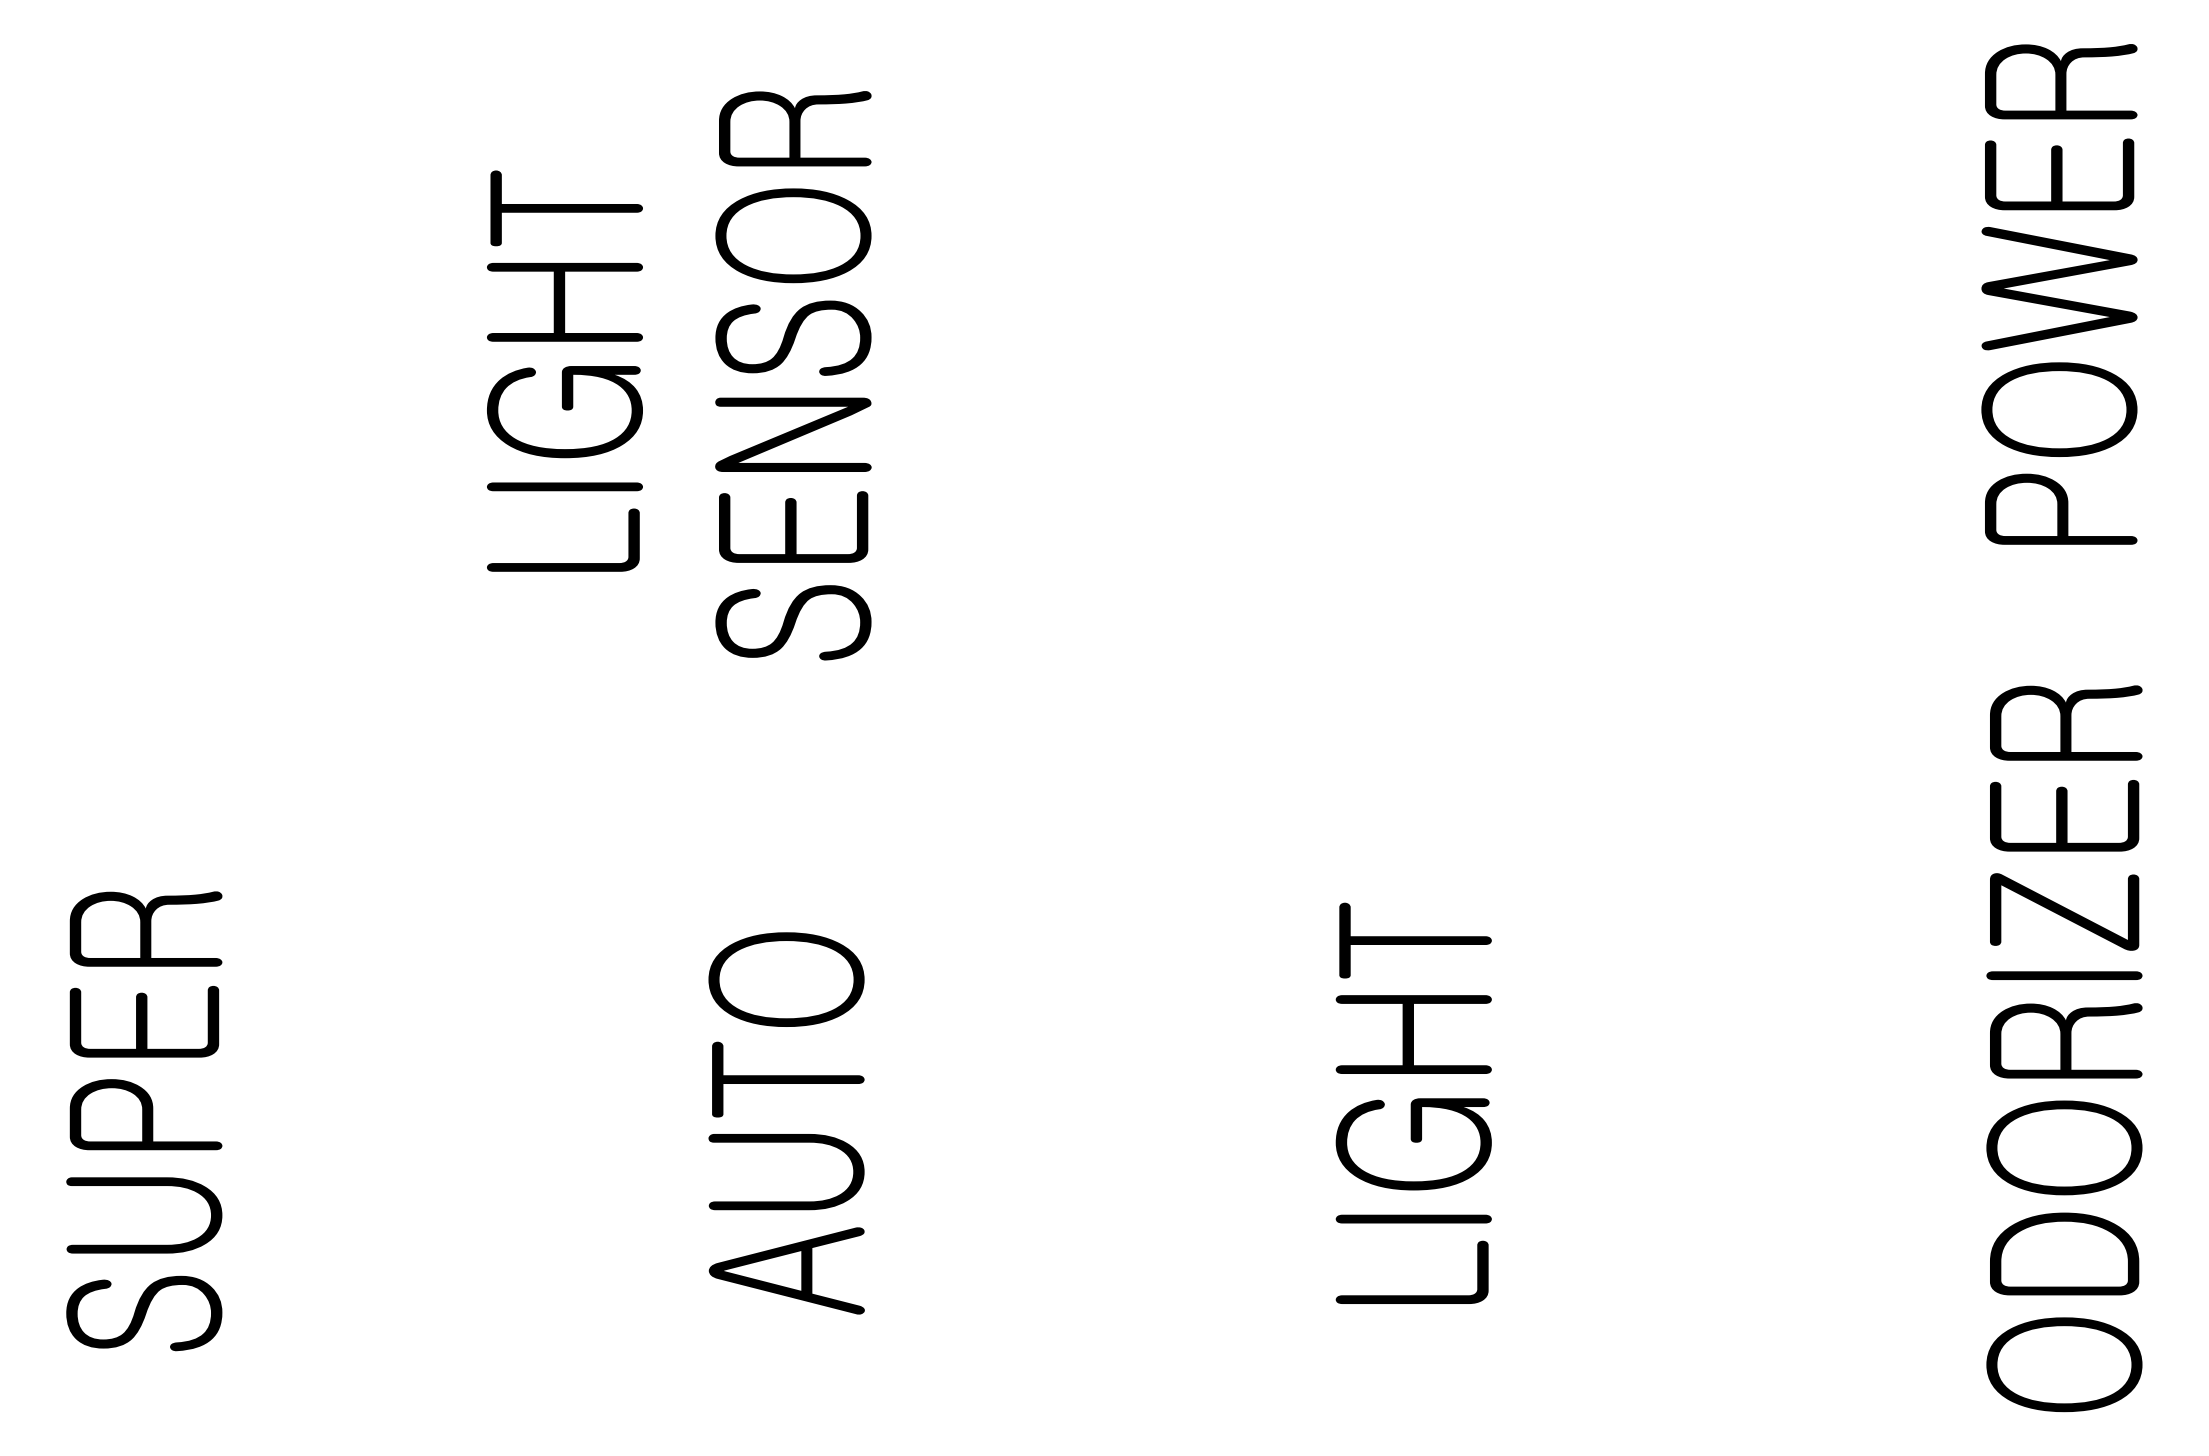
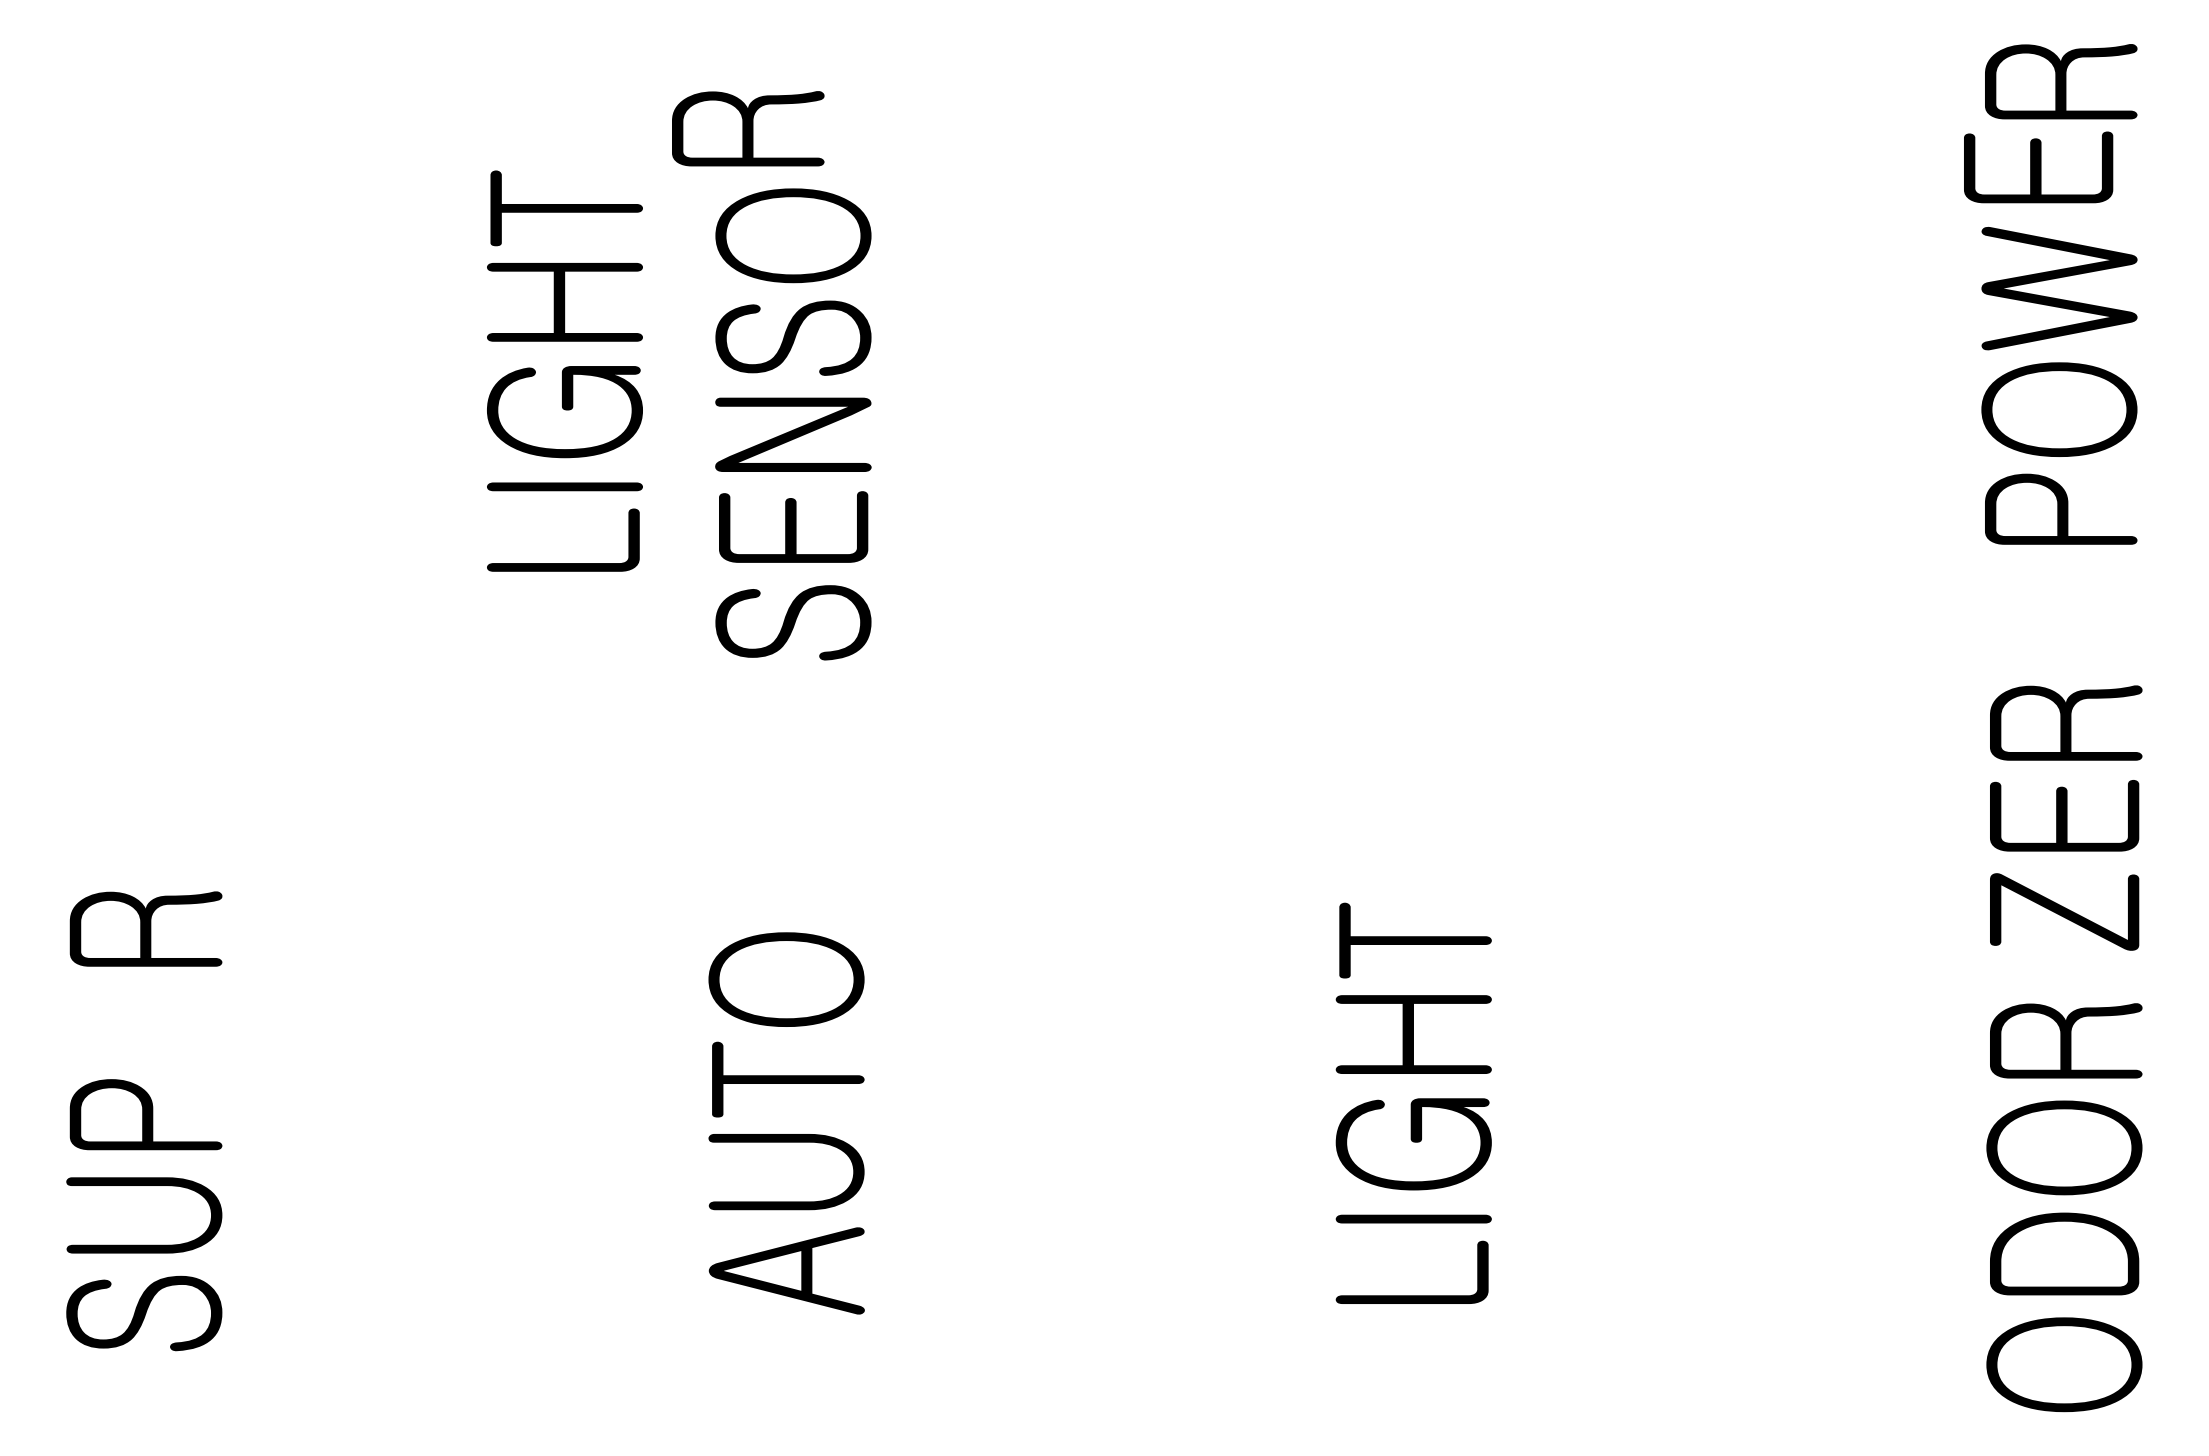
part at (795, 128) position: (795, 128) -> (748, 128)
part at (2059, 174) position: (2059, 174) -> (2038, 167)
fill at (2064, 975): present -> none
fill at (144, 1021): present -> none
